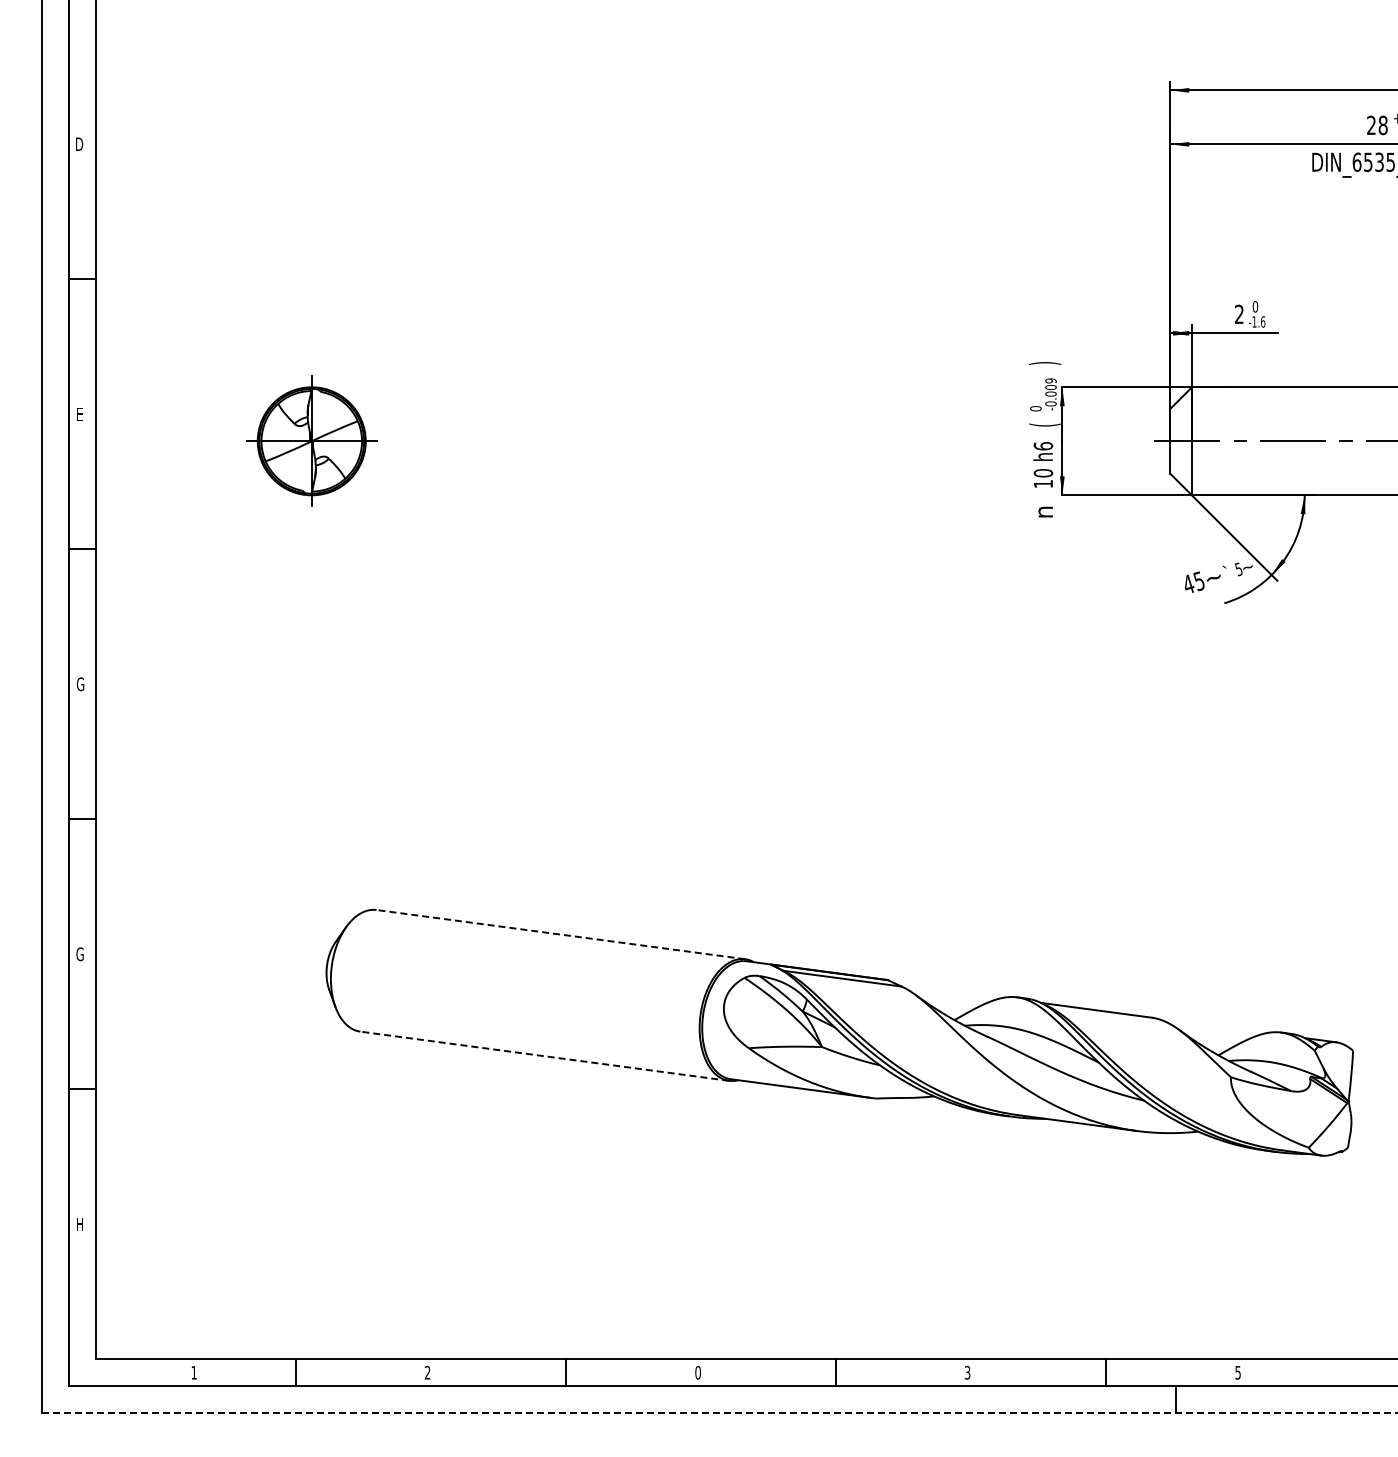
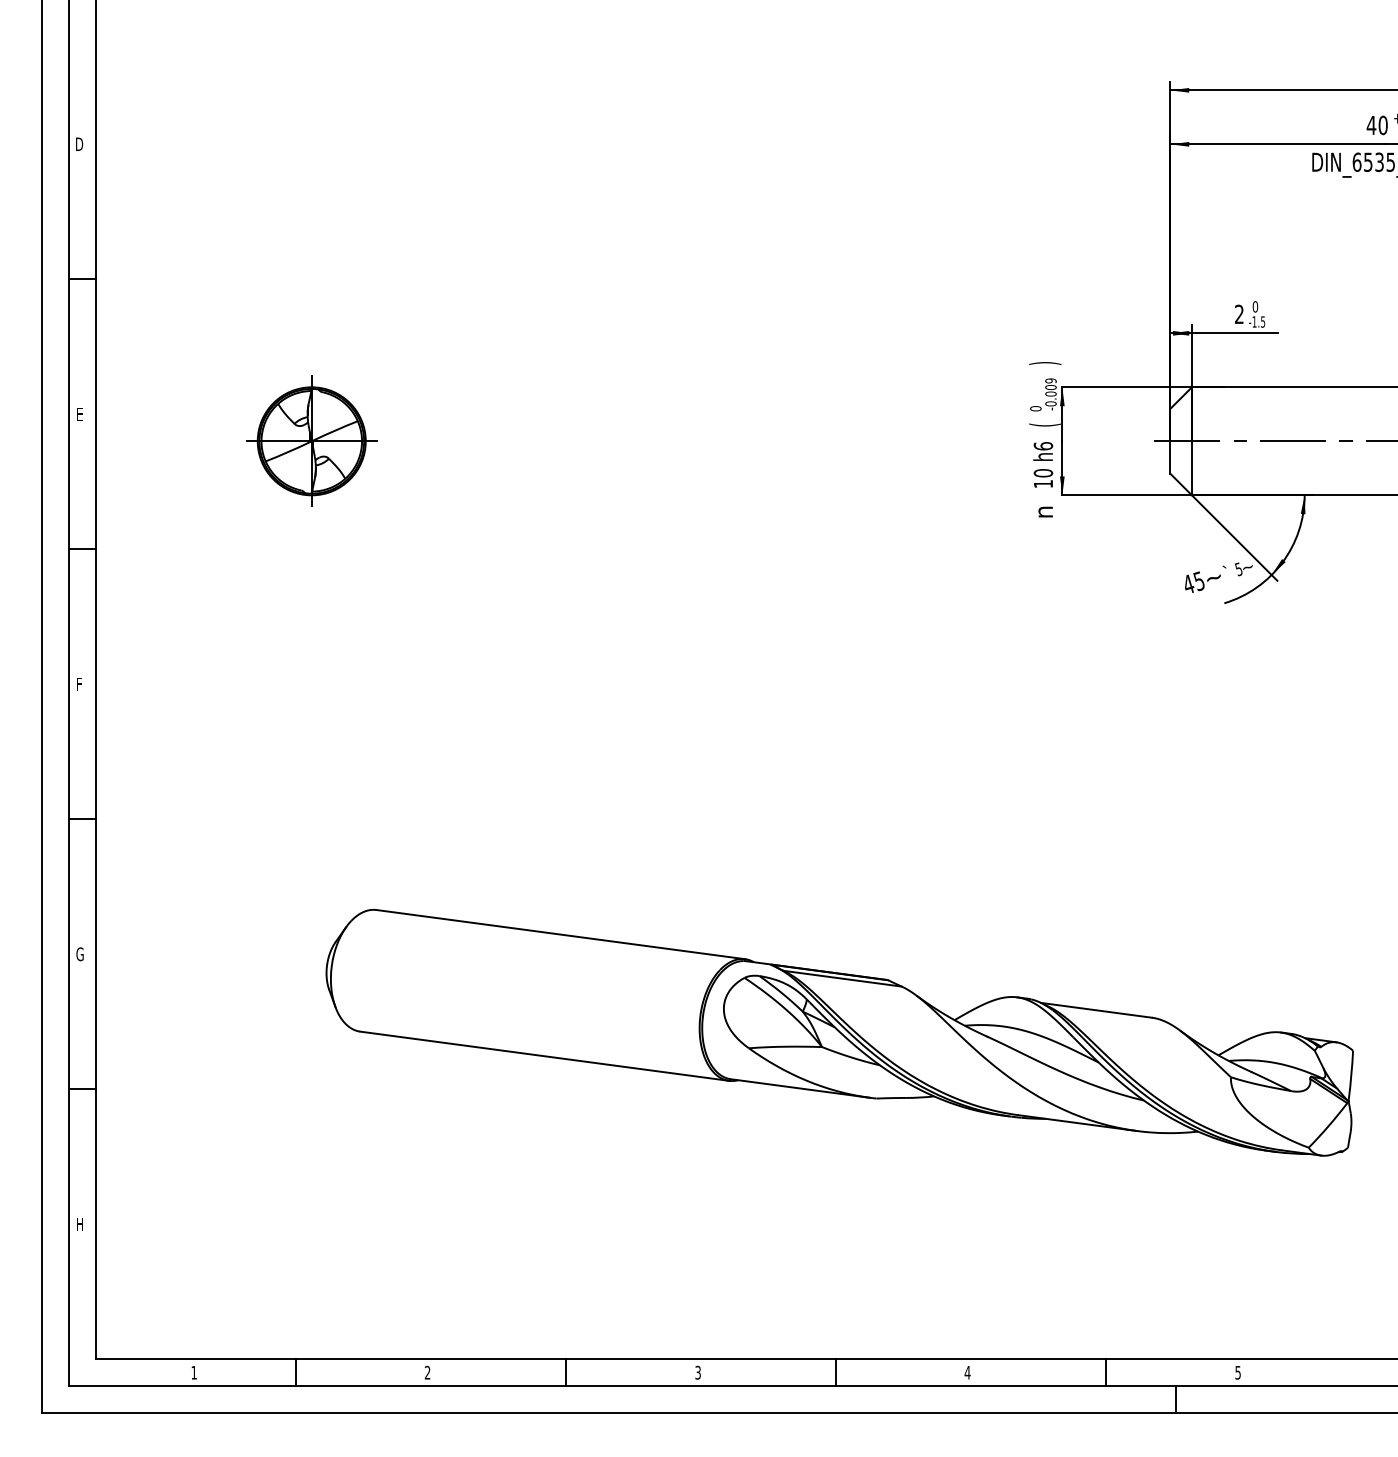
text at (1376, 124): 28 -> 40
text at (1263, 321): -1.6 -> -1.5
text at (80, 684): G -> F
line at (560, 934): dashed -> solid
line at (544, 1056): dashed -> solid
text at (697, 1372): 0 -> 3
text at (967, 1372): 3 -> 4
line at (719, 1413): dashed -> solid
